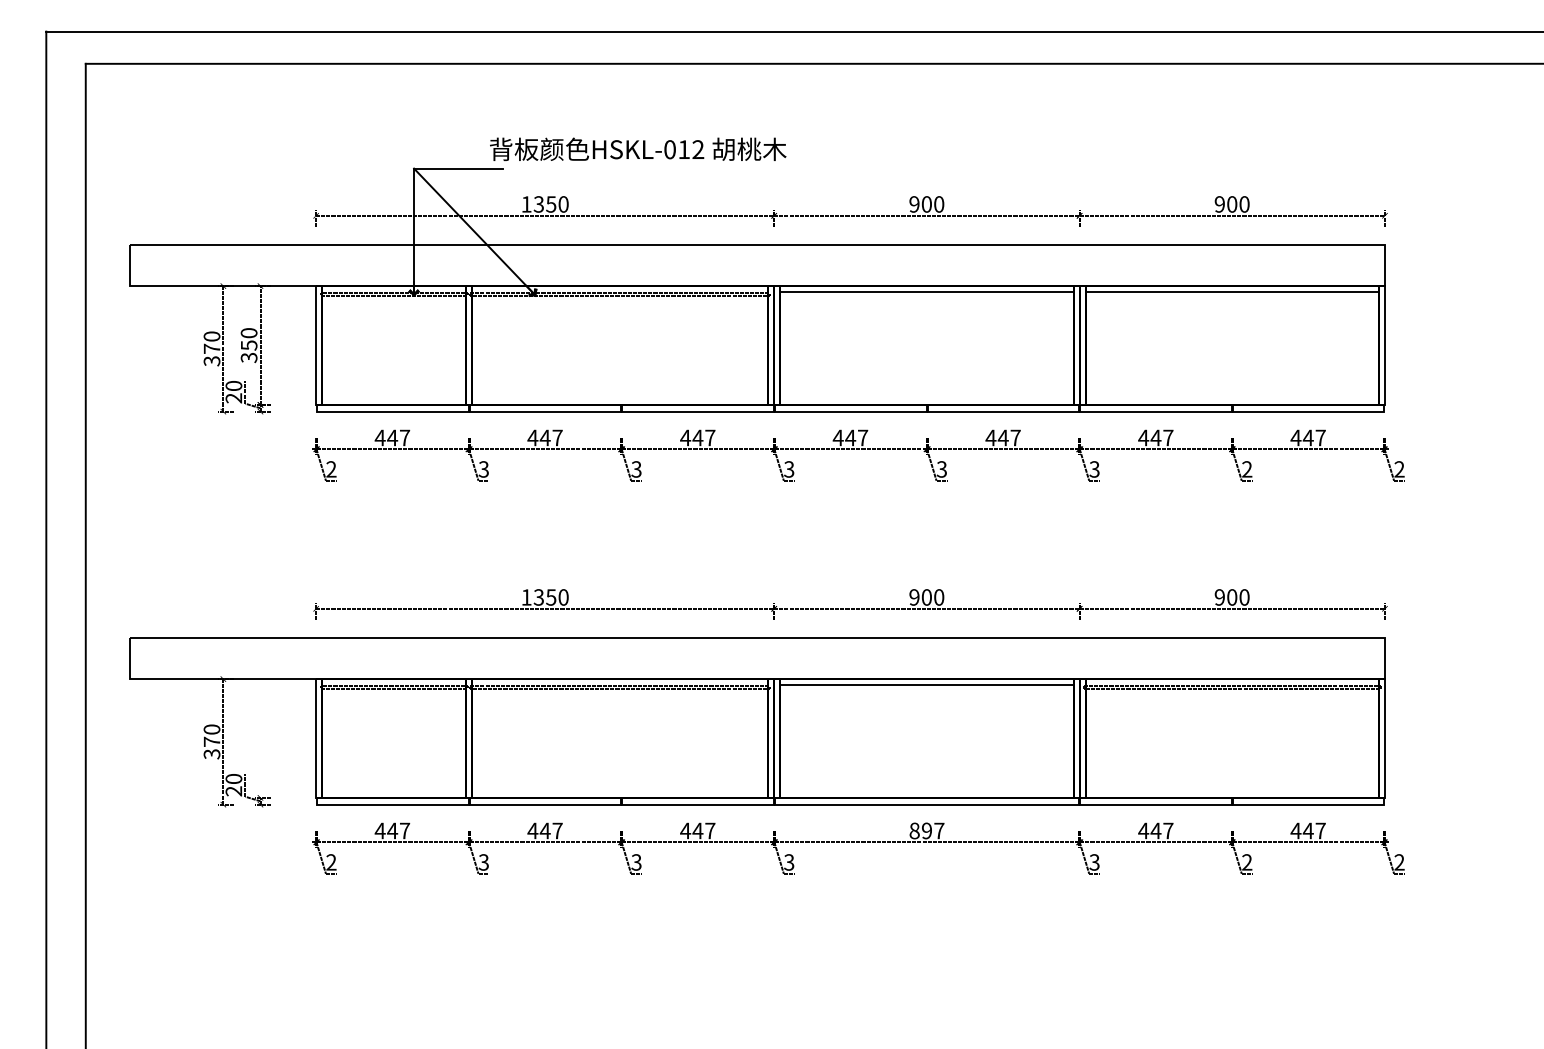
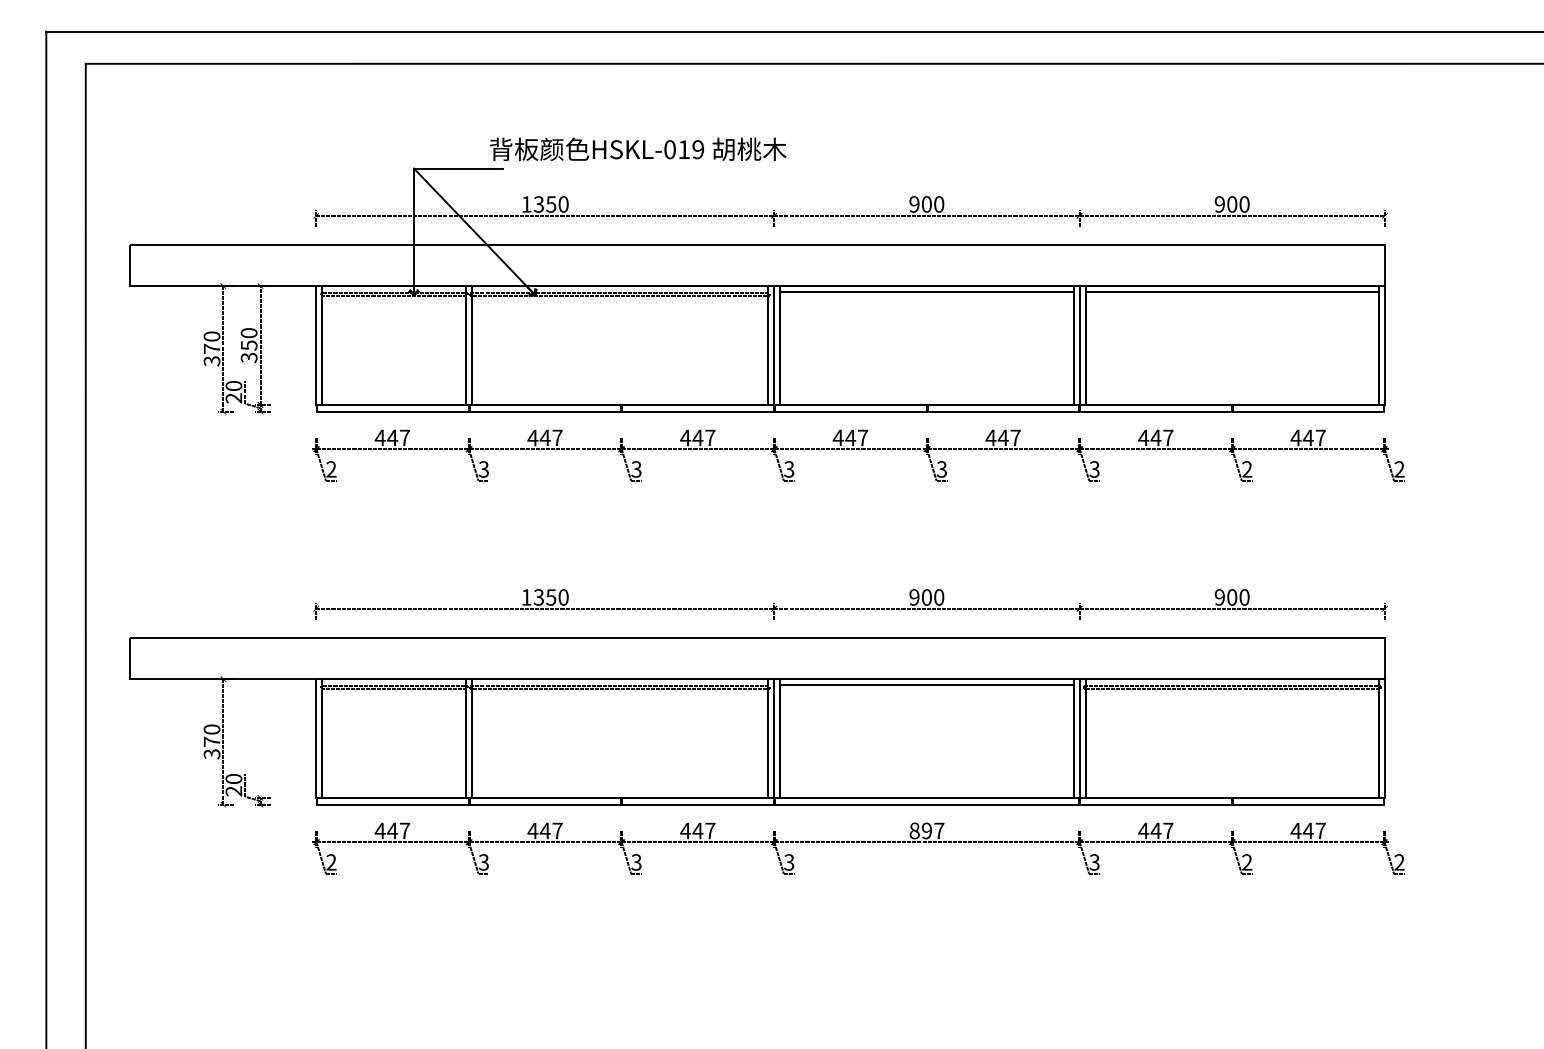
text at (698, 149): HSKL-012 -> HSKL-019
